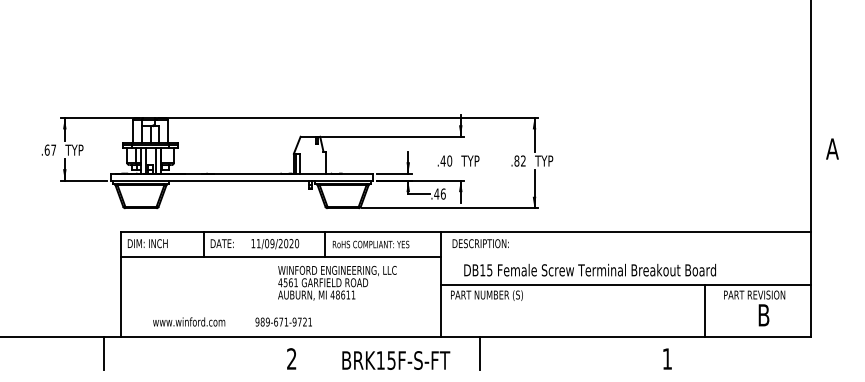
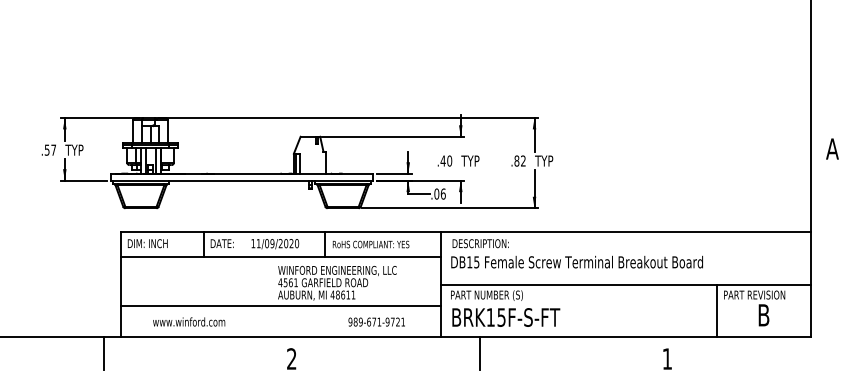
text at (46, 149): .67 -> .57
text at (436, 193): .46 -> .06
text at (589, 269) position: (589, 269) -> (576, 261)
line at (281, 306): none -> present
line at (705, 310) position: (705, 310) -> (717, 310)
text at (283, 321) position: (283, 321) -> (376, 321)
text at (396, 360) position: (396, 360) -> (506, 317)
